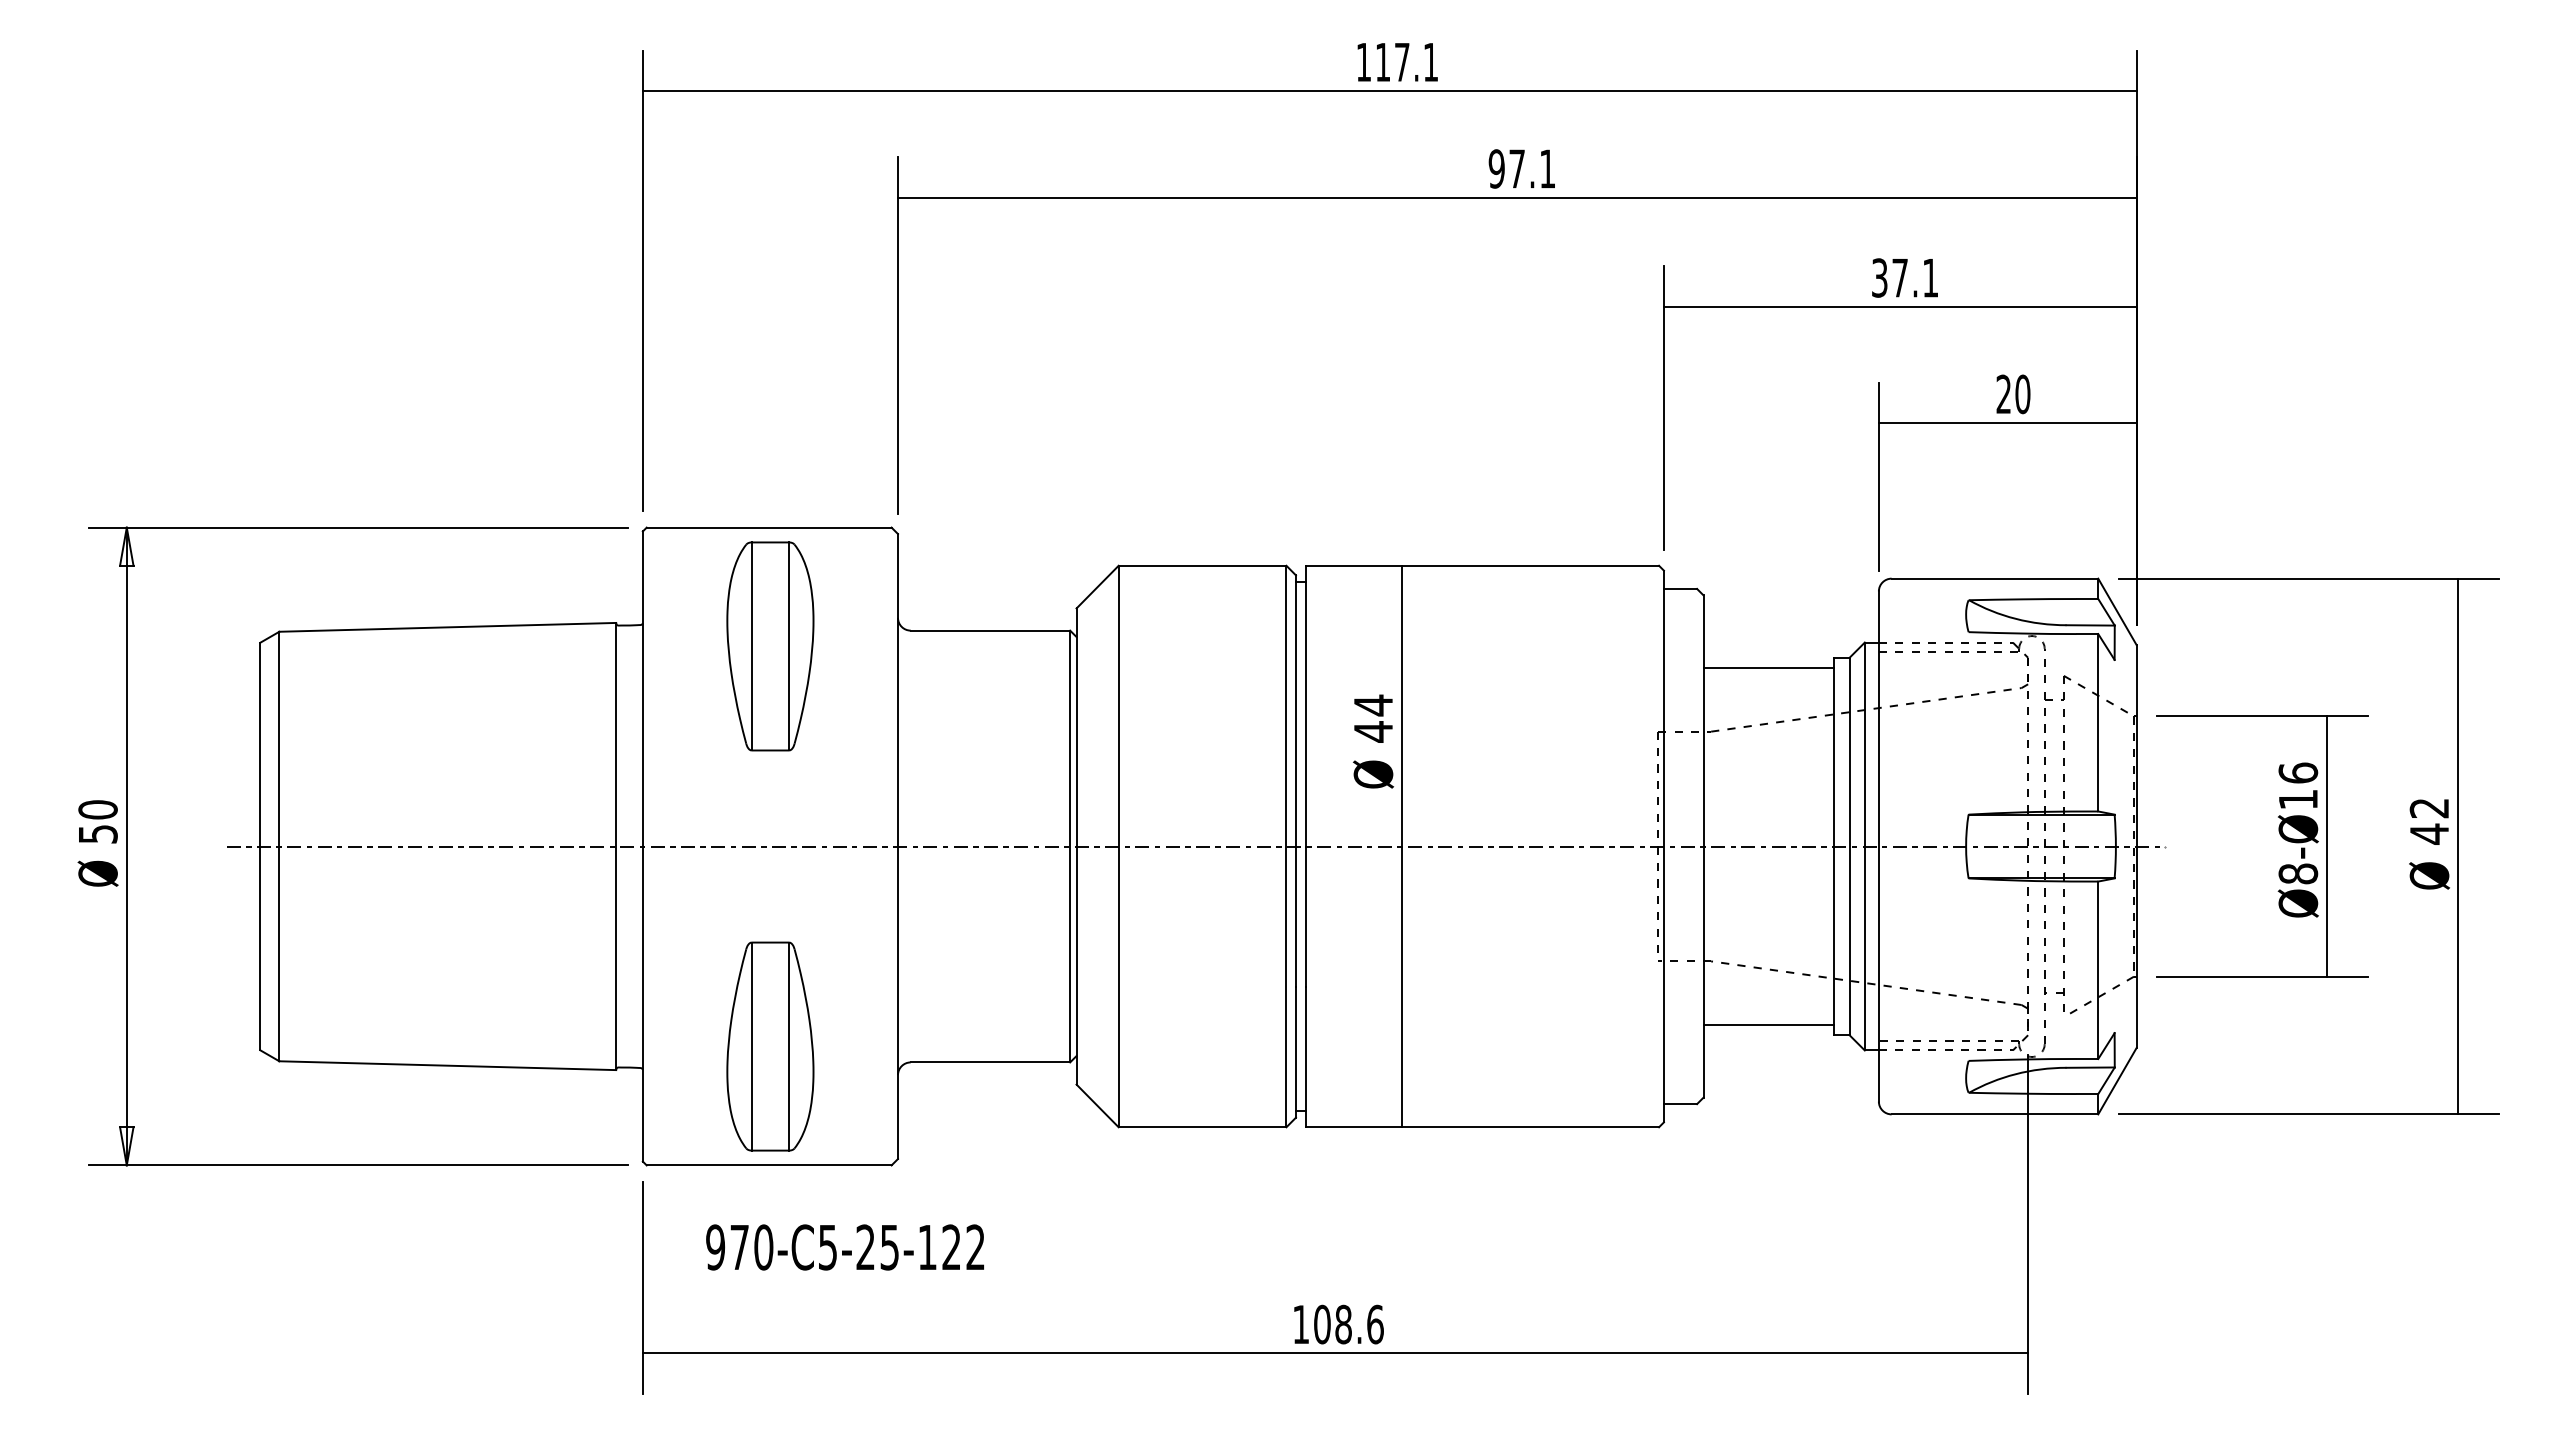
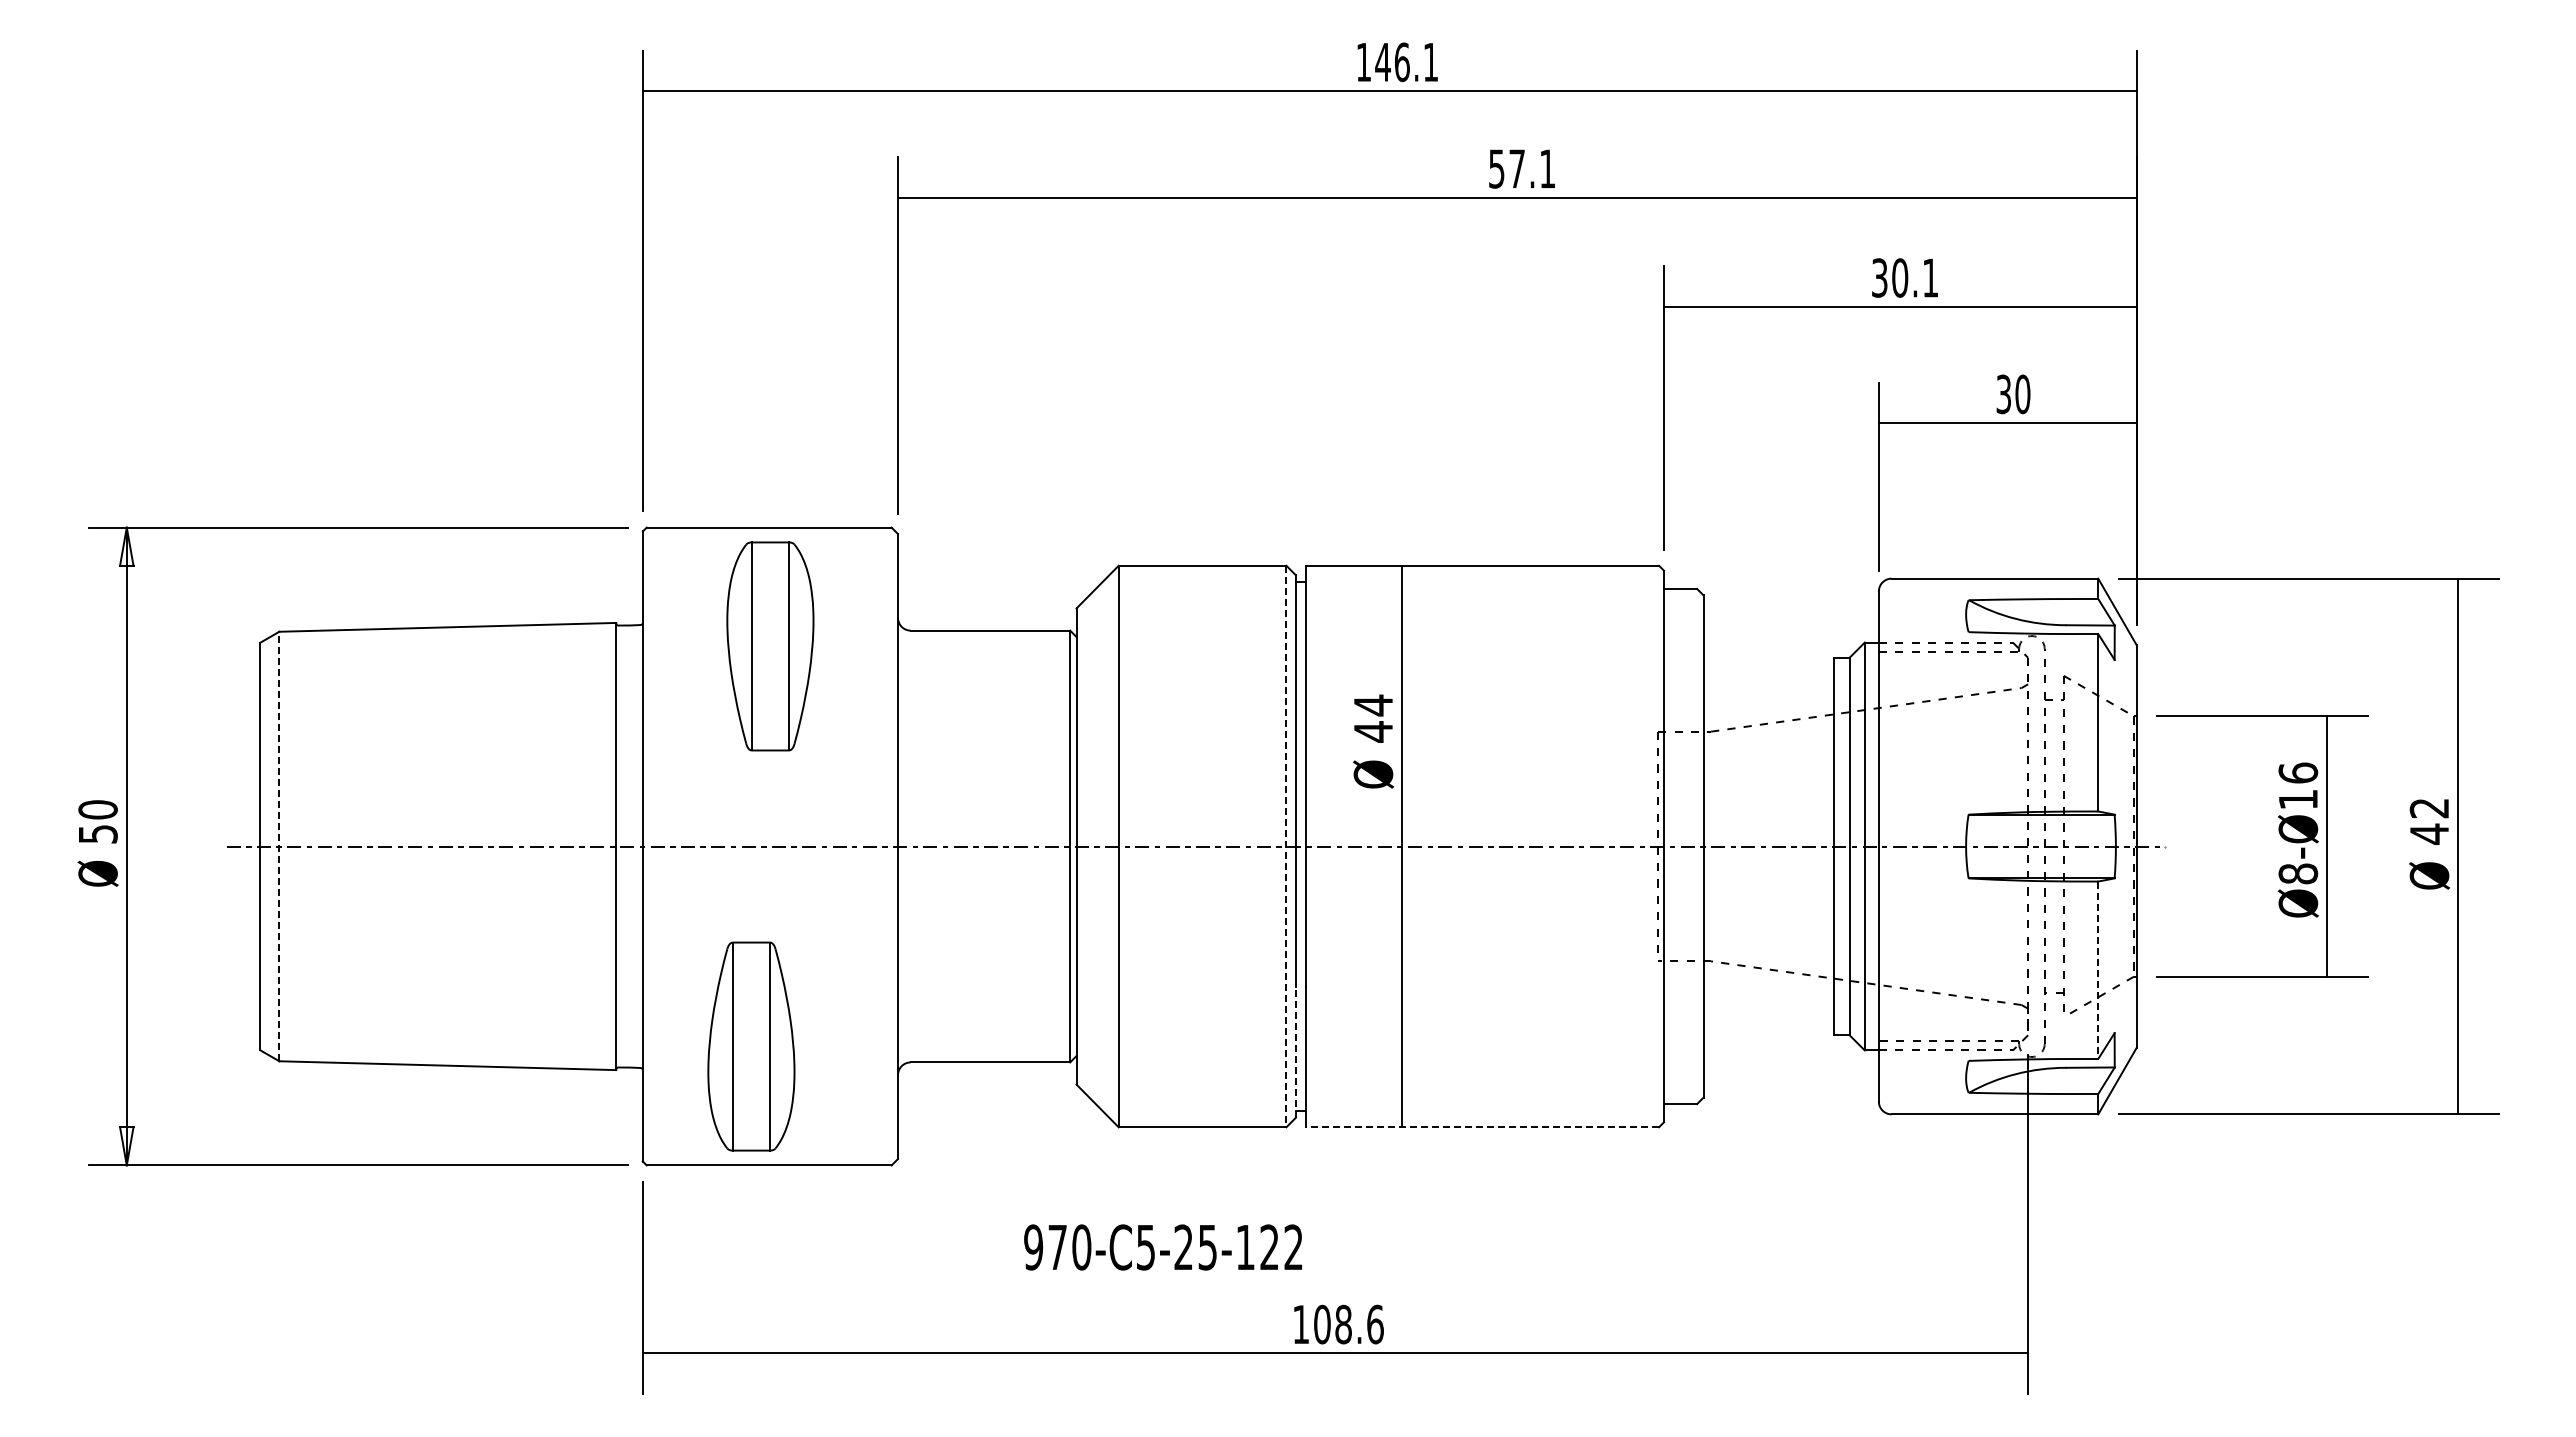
text at (1392, 62): 117.1 -> 146.1
text at (1496, 168): 97.1 -> 57.1
text at (1900, 277): 37.1 -> 30.1
text at (2003, 394): 20 -> 30
line at (1768, 668): present -> none
line at (279, 846): solid -> dashed
line at (1286, 846): solid -> dashed
line at (2098, 970): solid -> dashed
line at (1768, 1025): present -> none
part at (770, 1046) position: (770, 1046) -> (751, 1046)
line at (1295, 1051): solid -> dashed
line at (1482, 1127): solid -> dashed
text at (844, 1247) position: (844, 1247) -> (1162, 1247)
